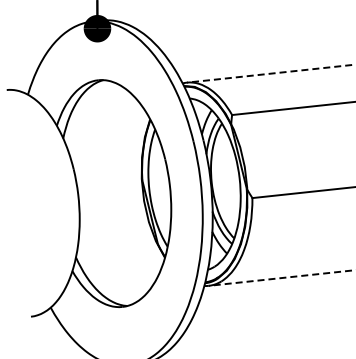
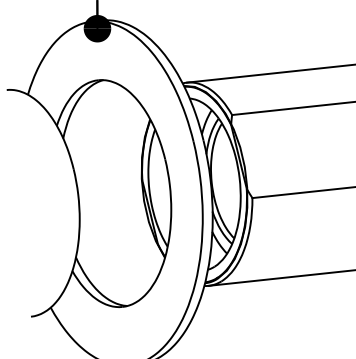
line at (271, 73): dashed -> solid
line at (282, 278): dashed -> solid
